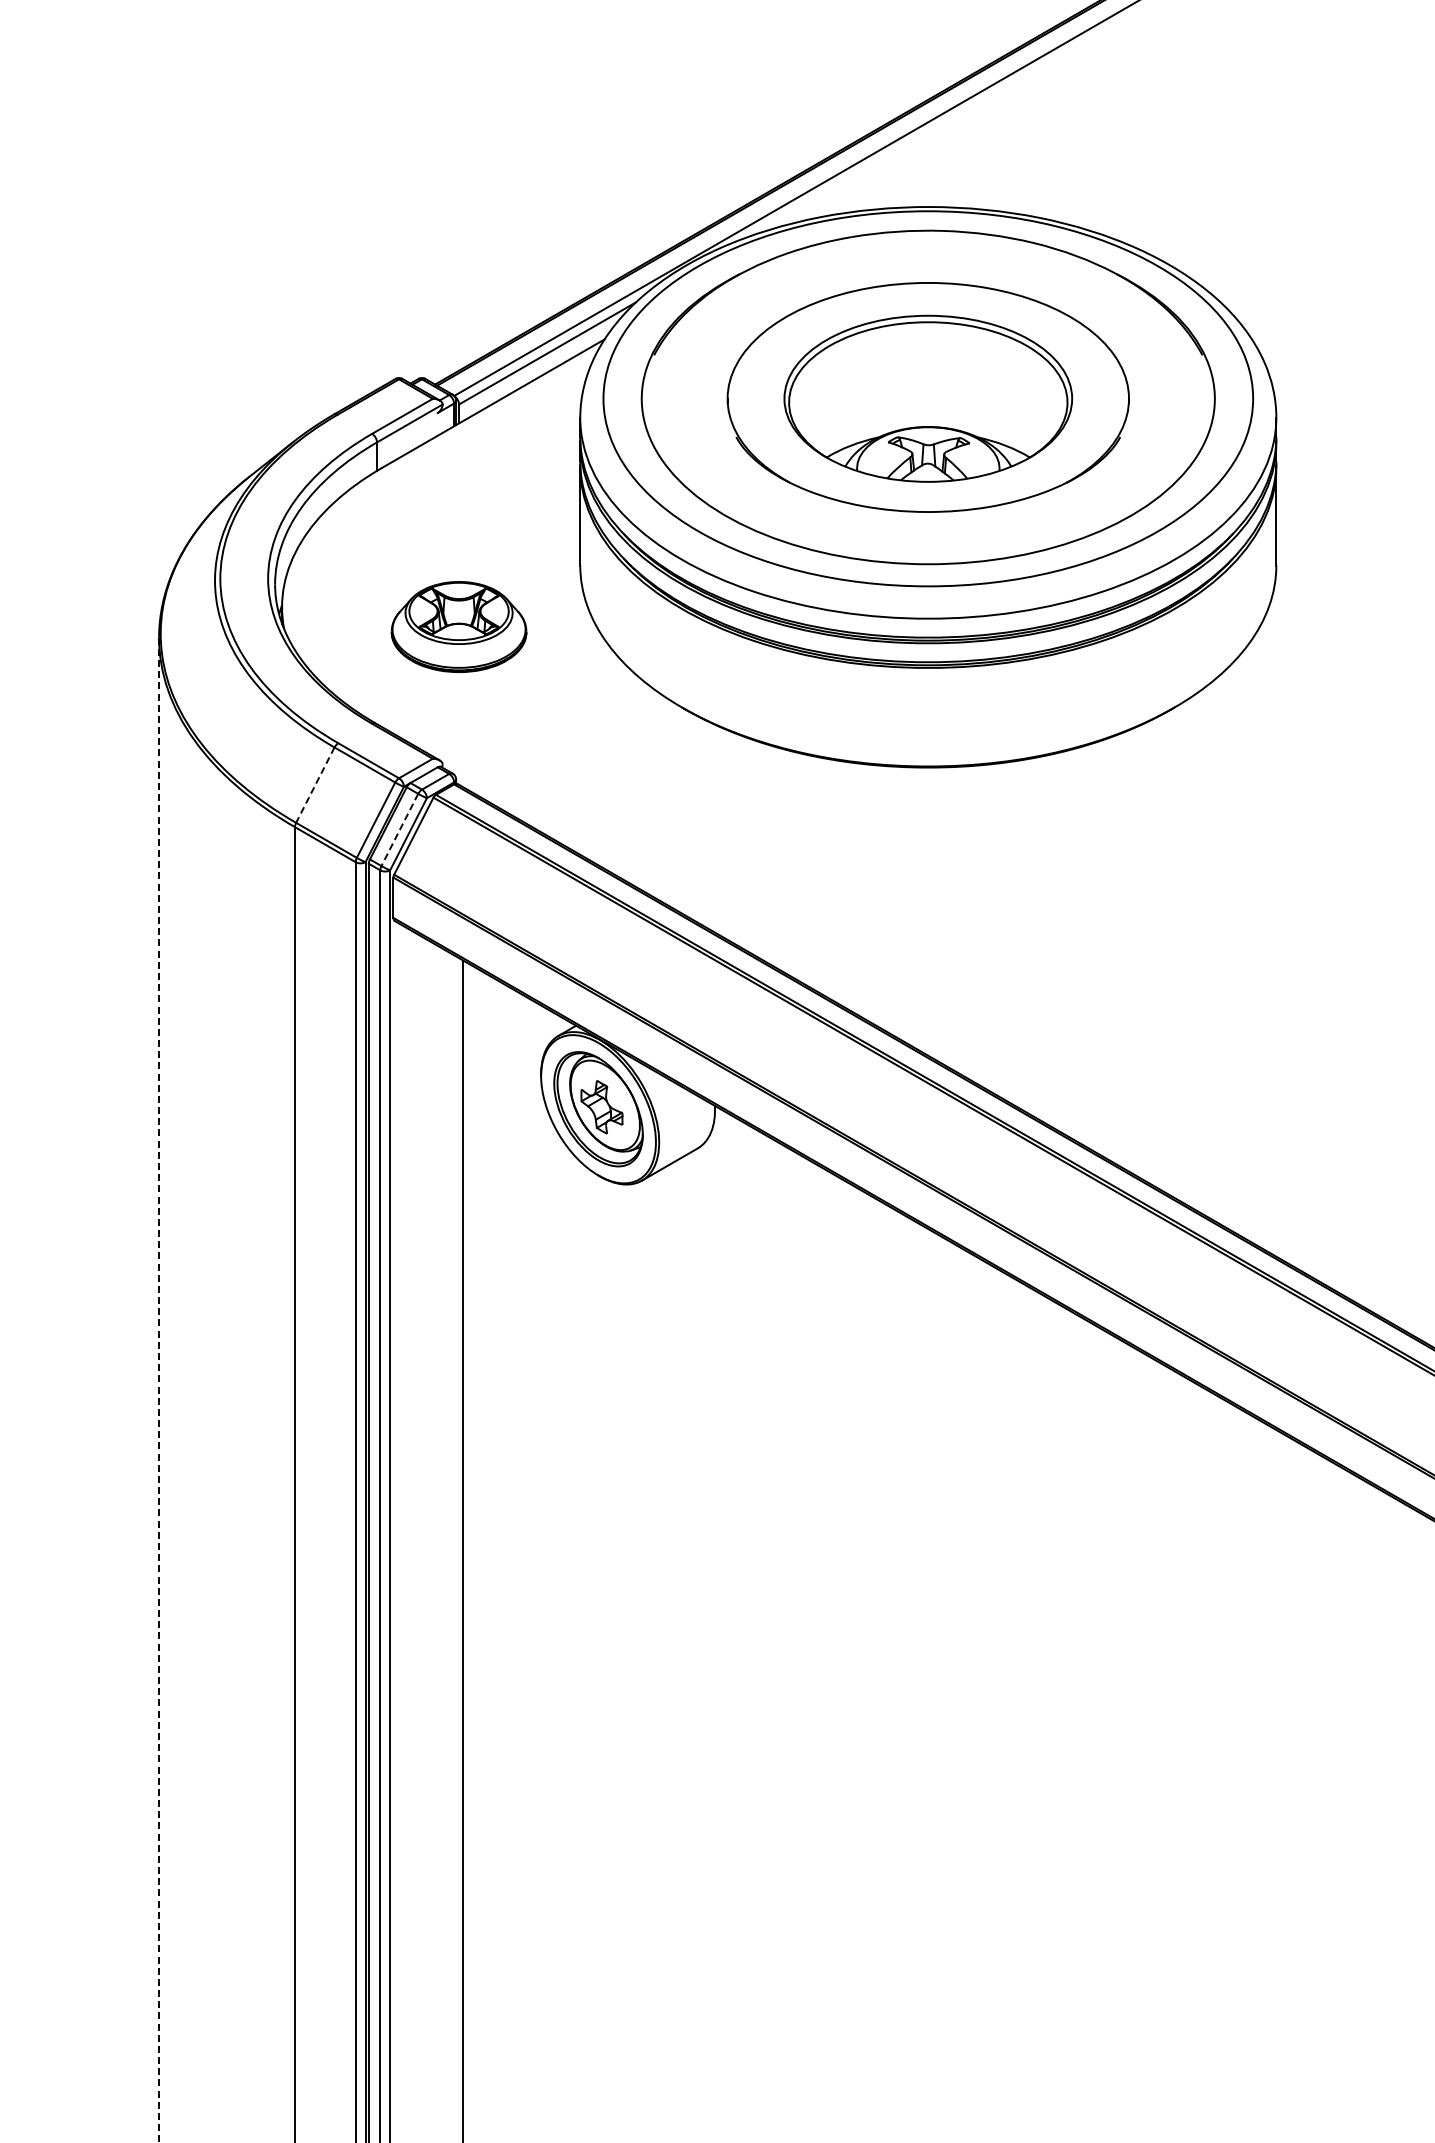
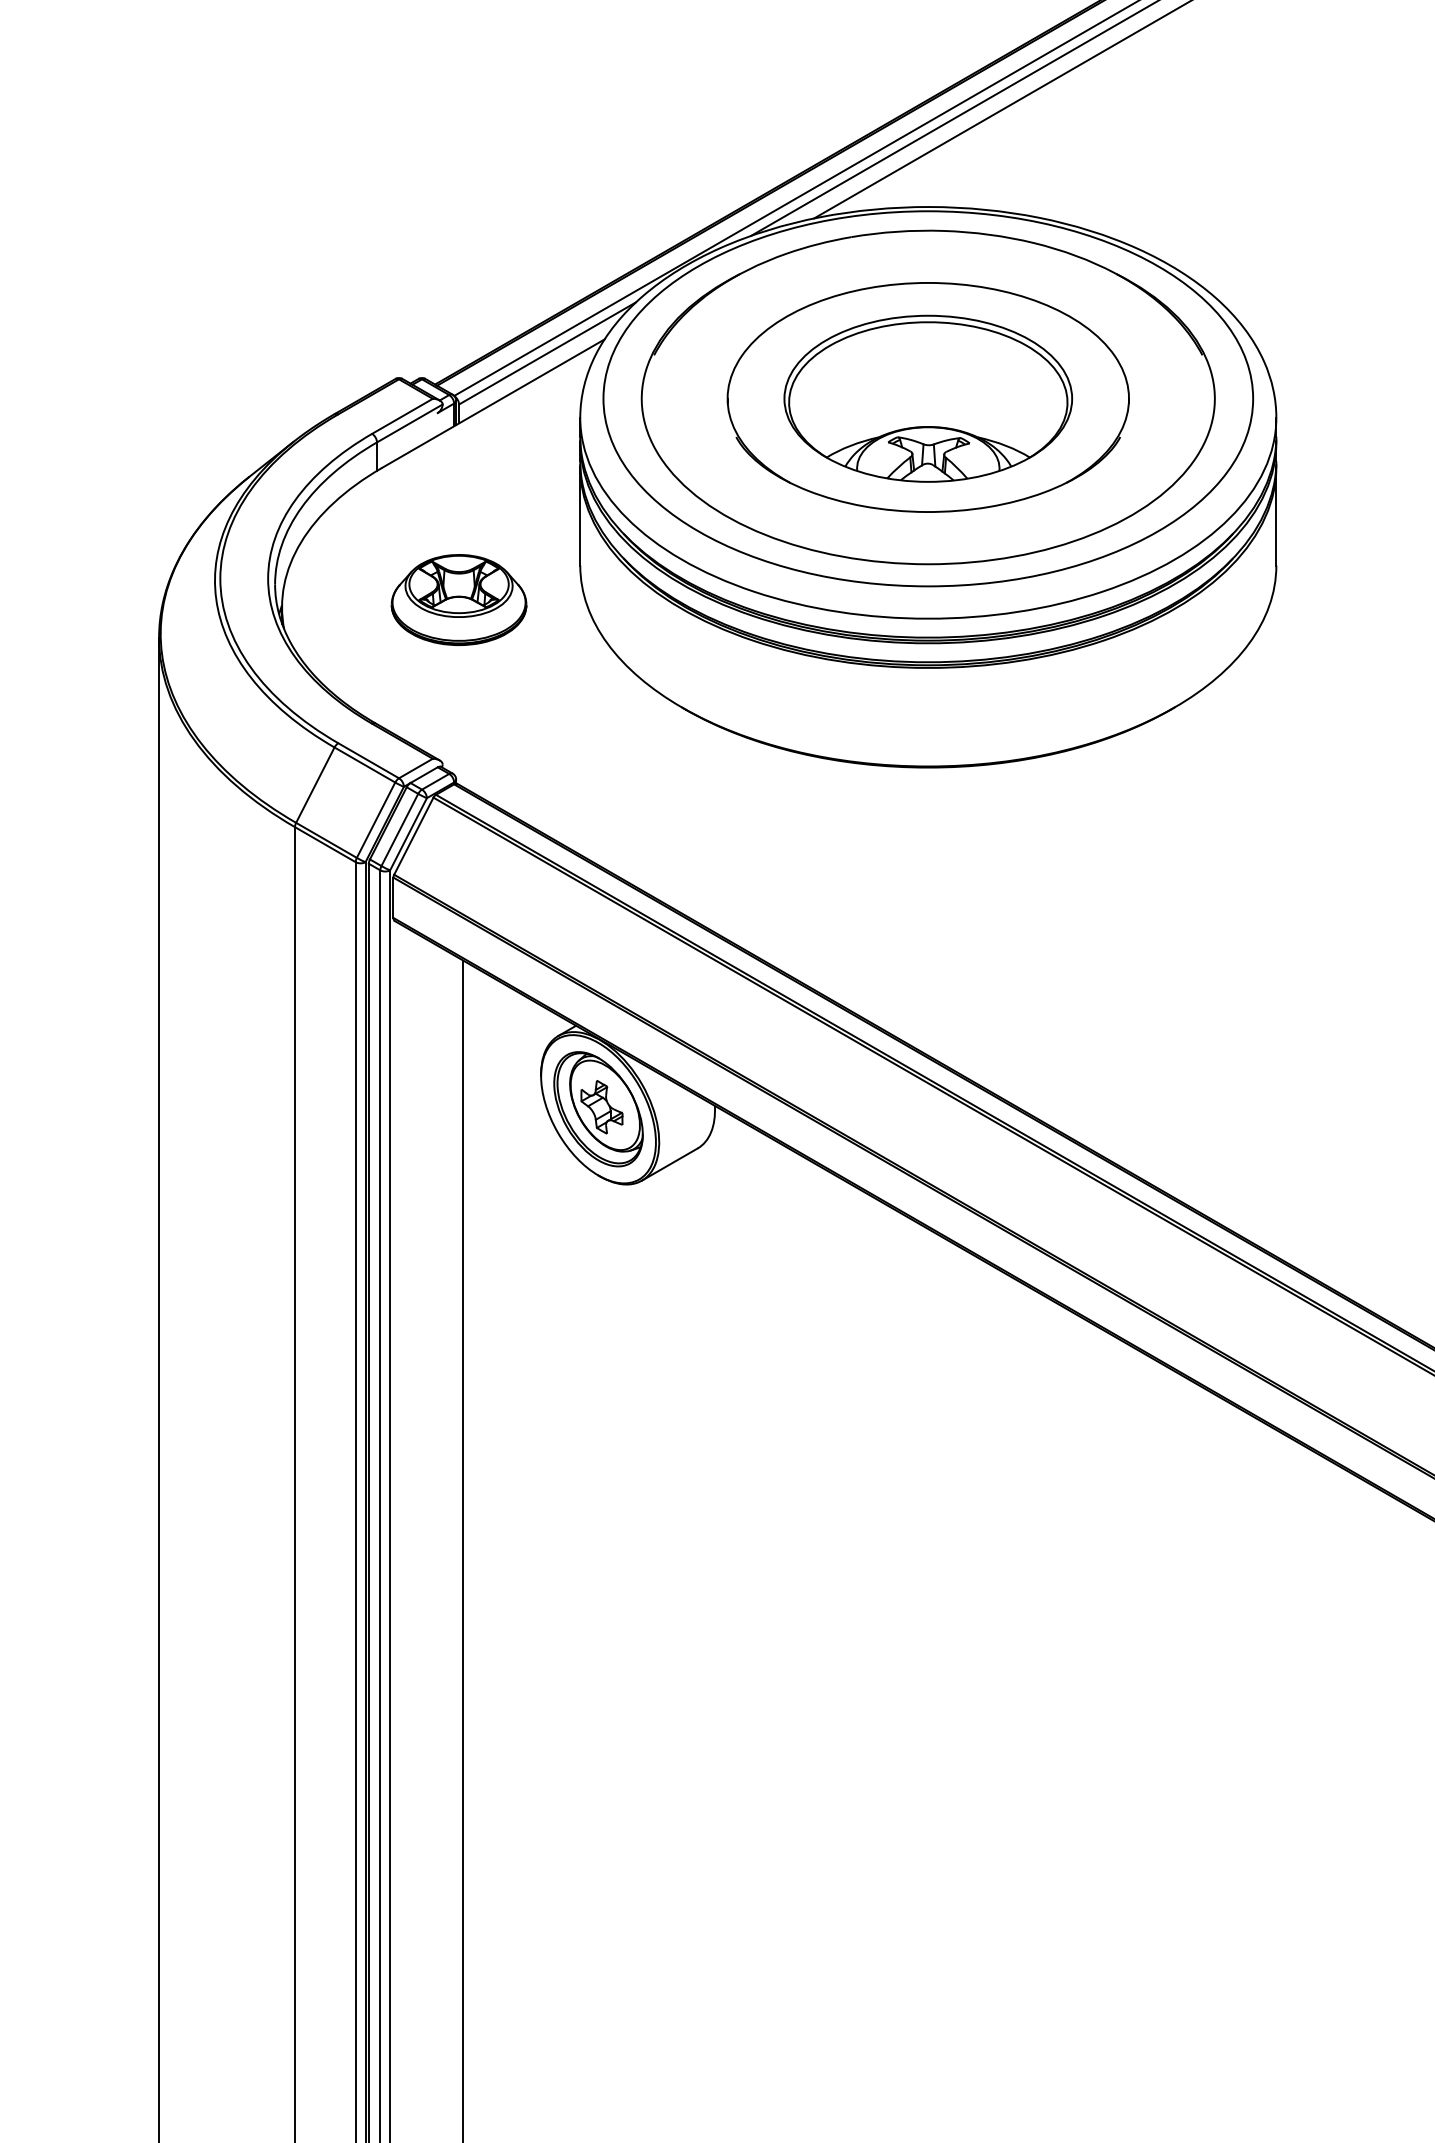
line at (1001, 110): none -> present
line at (953, 118): none -> present
part at (458, 626) position: (458, 626) -> (458, 599)
line at (315, 785): dashed -> solid
line at (399, 829): dashed -> solid
line at (159, 1390): dashed -> solid
